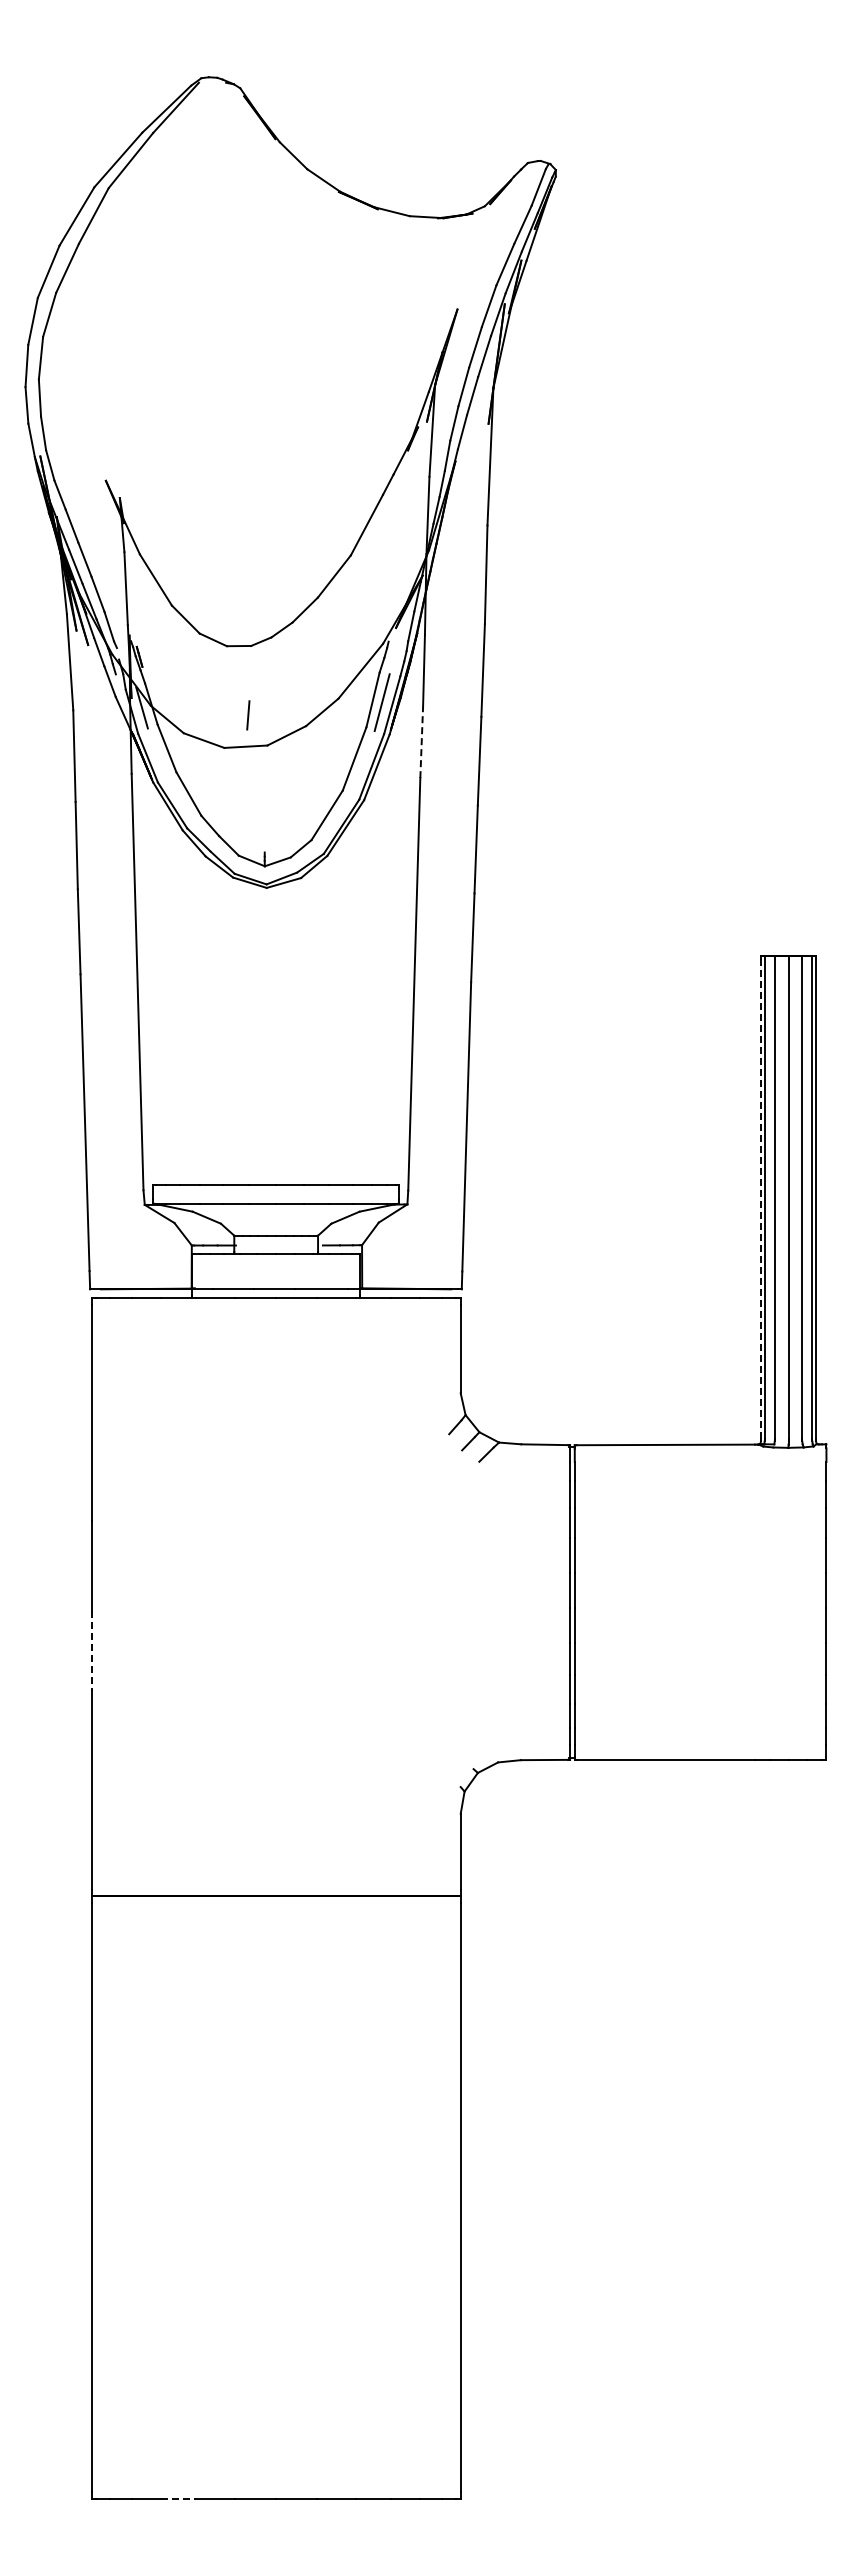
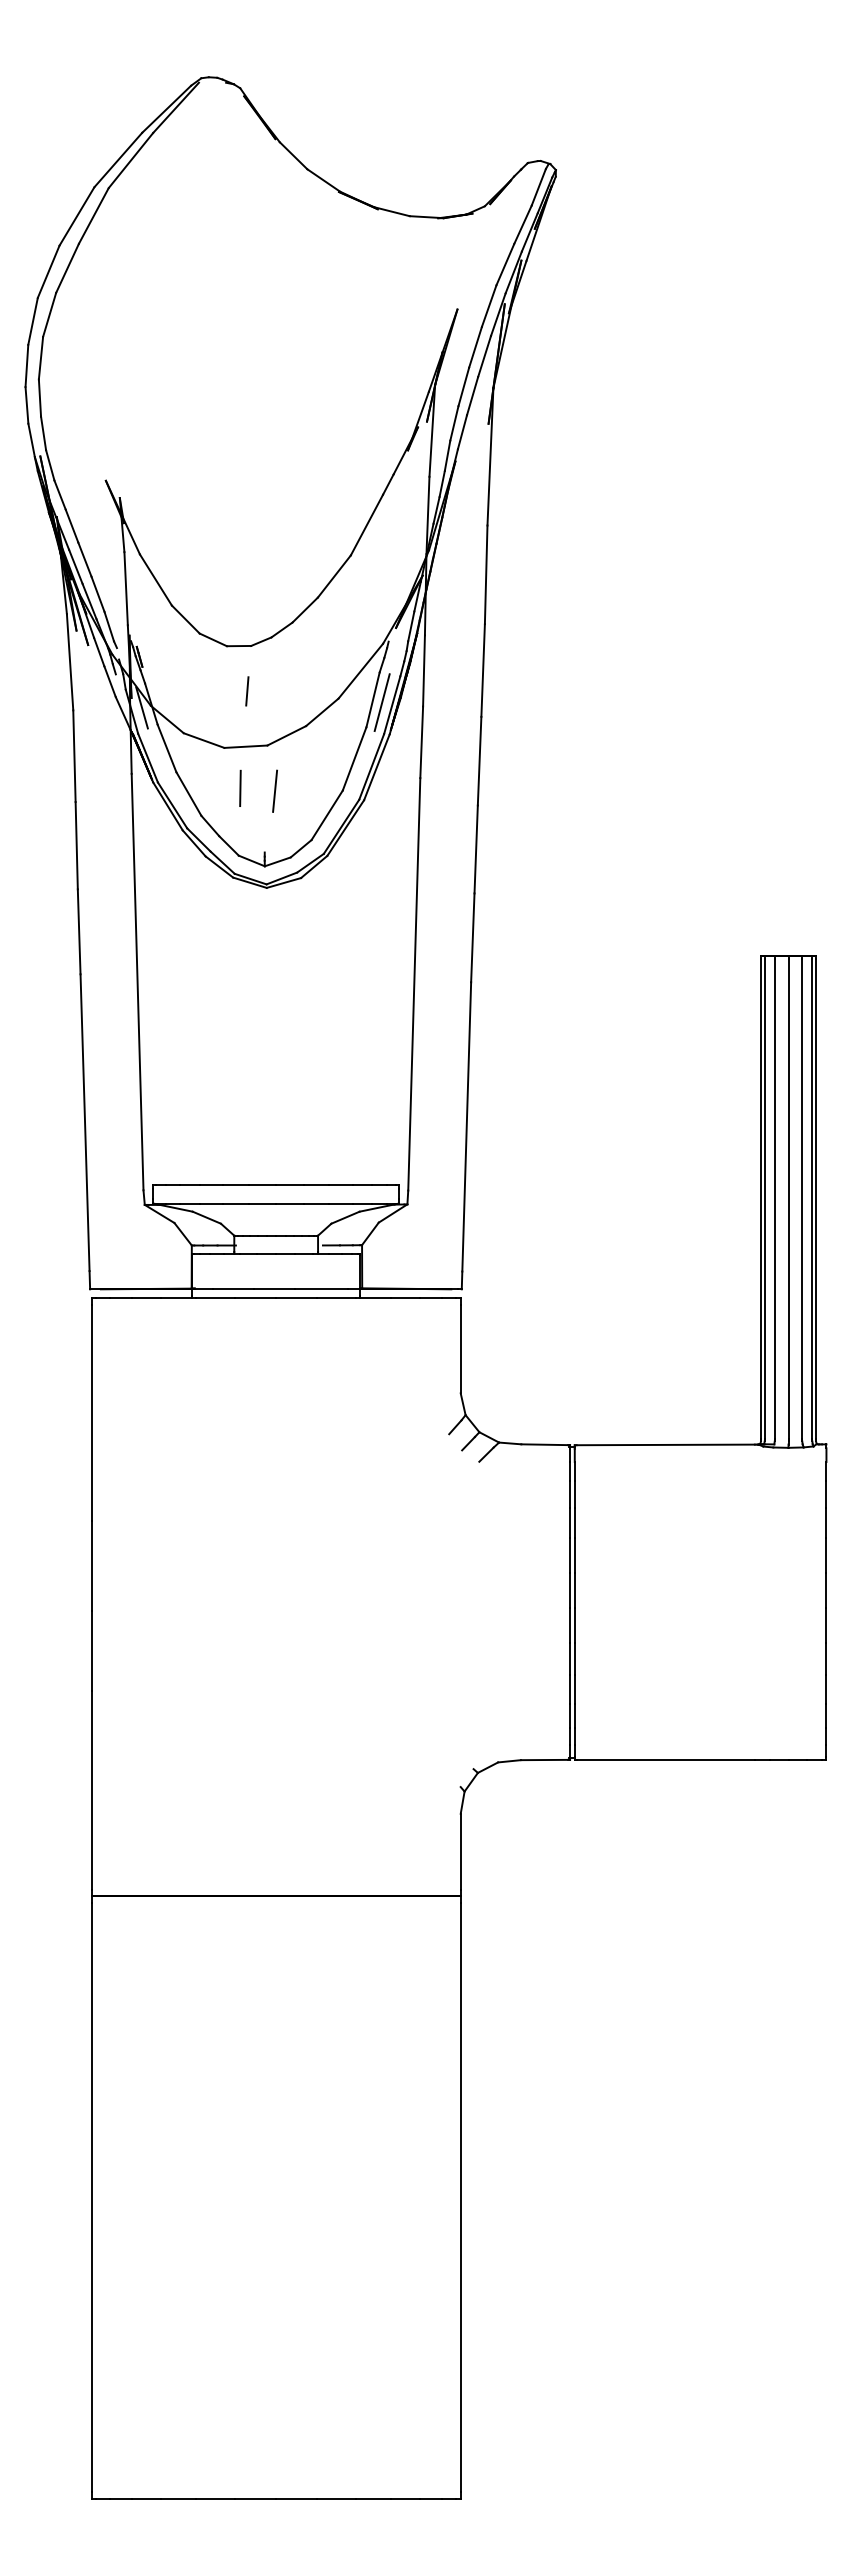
line at (248, 715) position: (248, 715) -> (247, 691)
line at (421, 742): dashed -> solid
line at (240, 788): none -> present
line at (275, 790): none -> present
line at (760, 1199): dashed -> solid
line at (91, 1651): dashed -> solid
line at (179, 2498): dashed -> solid
